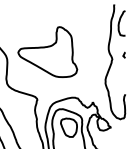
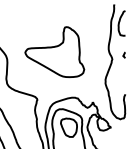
part at (47, 51) position: (47, 51) -> (54, 51)
